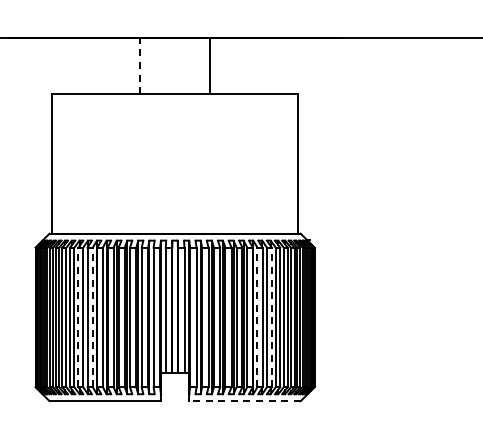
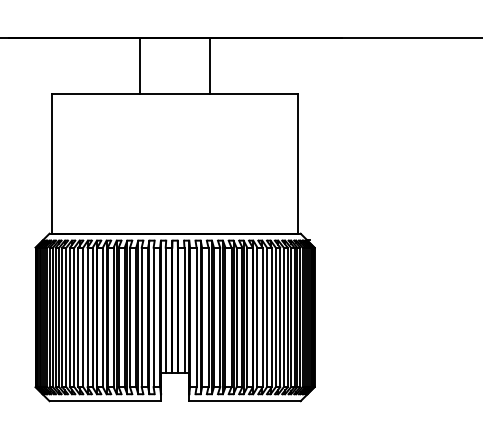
line at (140, 66): dashed -> solid
line at (78, 317): dashed -> solid
line at (92, 317): dashed -> solid
line at (257, 317): dashed -> solid
line at (271, 317): dashed -> solid
line at (244, 401): dashed -> solid
